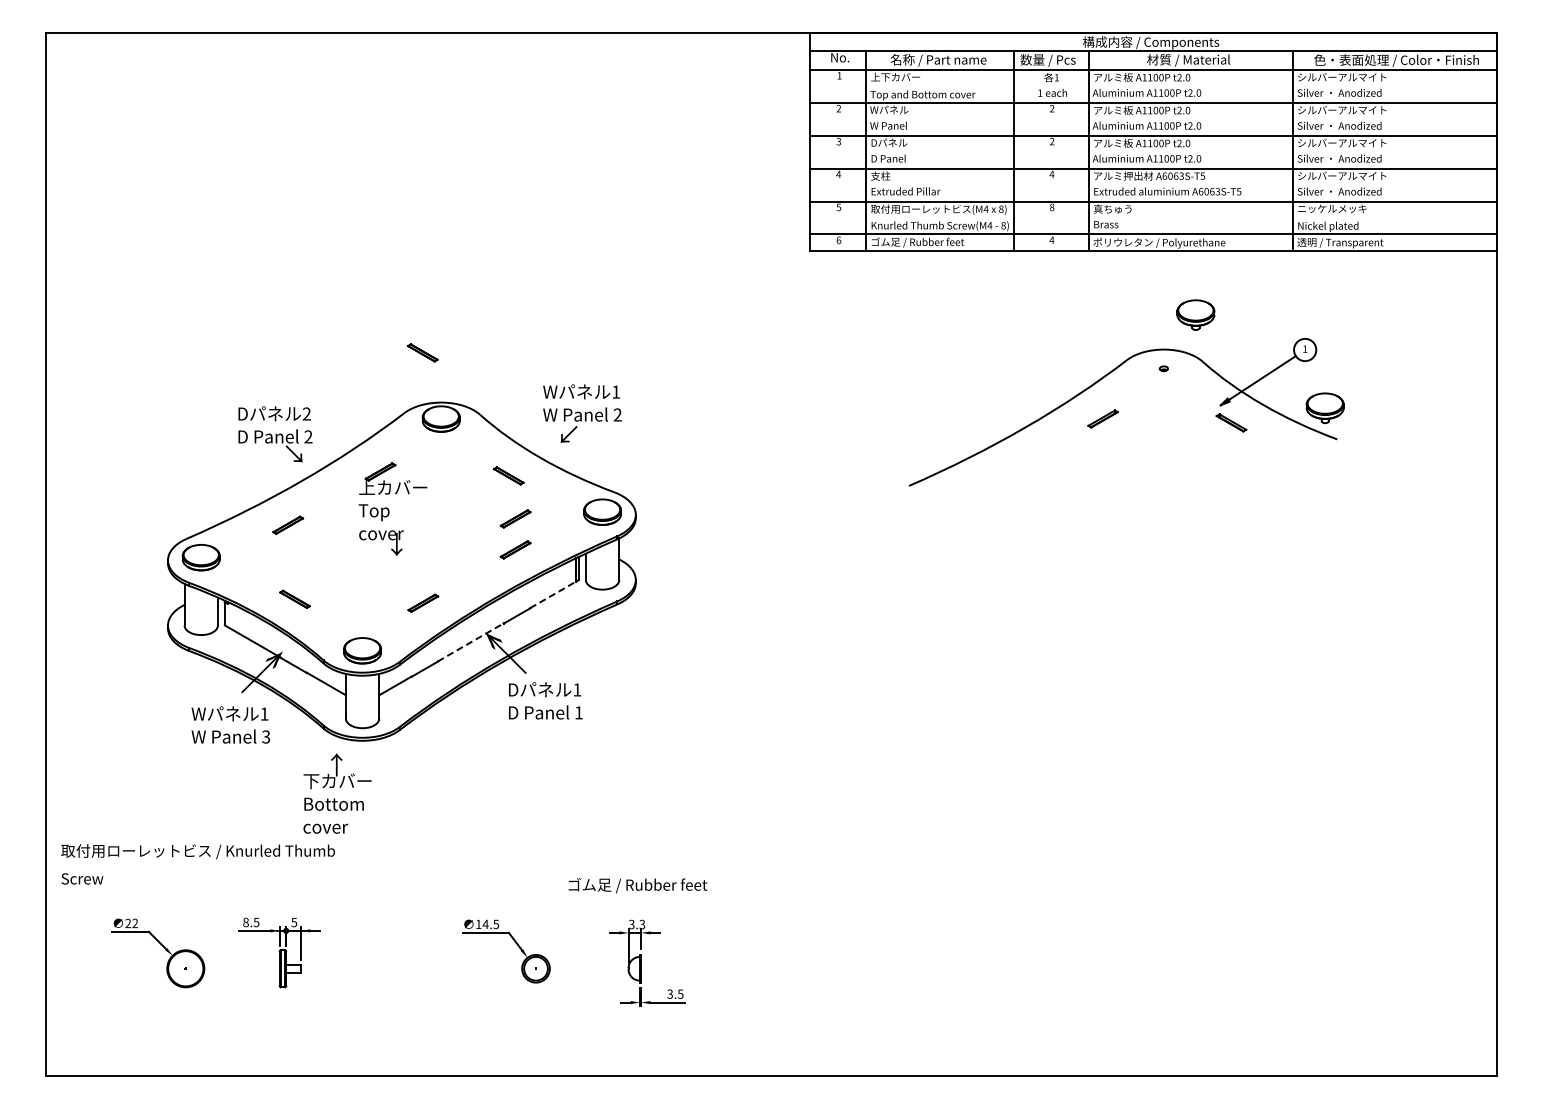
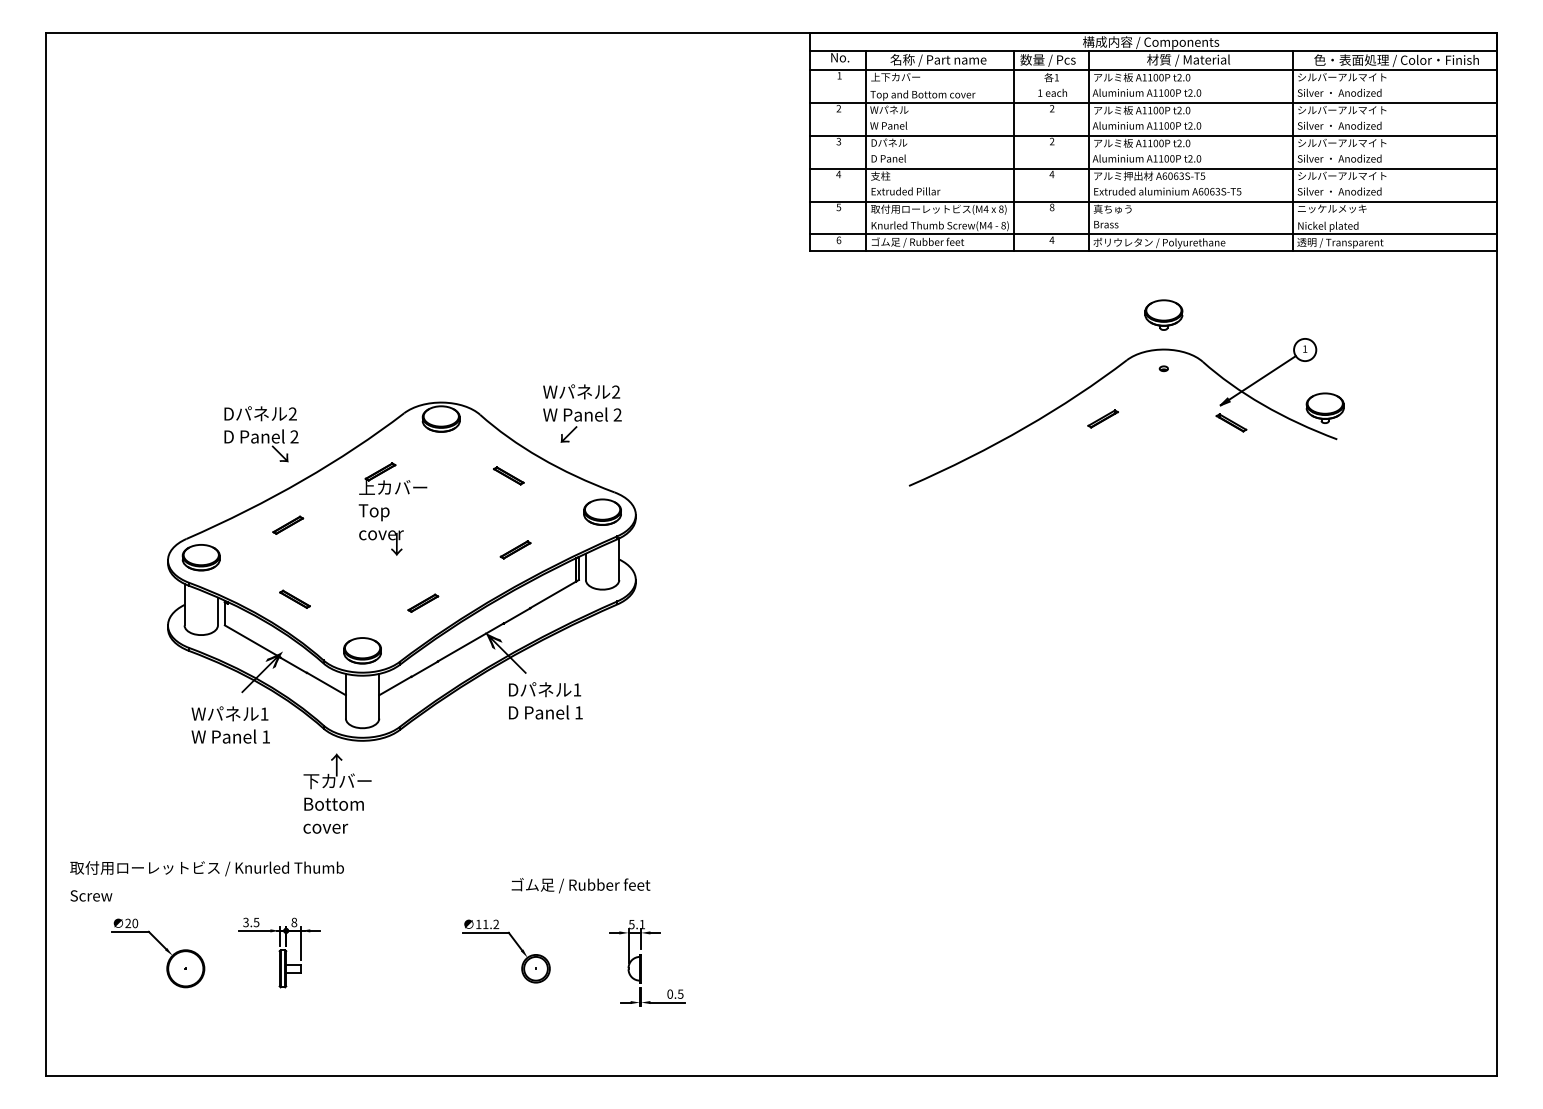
part at (1195, 314) position: (1195, 314) -> (1163, 314)
part at (422, 352): present -> none
text at (616, 391): 1 -> 2
text at (275, 434) position: (275, 434) -> (261, 434)
part at (515, 518): present -> none
line at (553, 594): dashed -> solid
line at (471, 642): dashed -> solid
text at (266, 736): 3 -> 1
text at (197, 864) position: (197, 864) -> (206, 881)
text at (637, 885) position: (637, 885) -> (580, 885)
text at (294, 921): 5 -> 8
text at (245, 922): 8.5 -> 3.5
text at (135, 923): 22 -> 20
text at (490, 924): 14.5 -> 11.2
text at (637, 924): 3.3 -> 5.1
text at (670, 993): 3.5 -> 0.5
